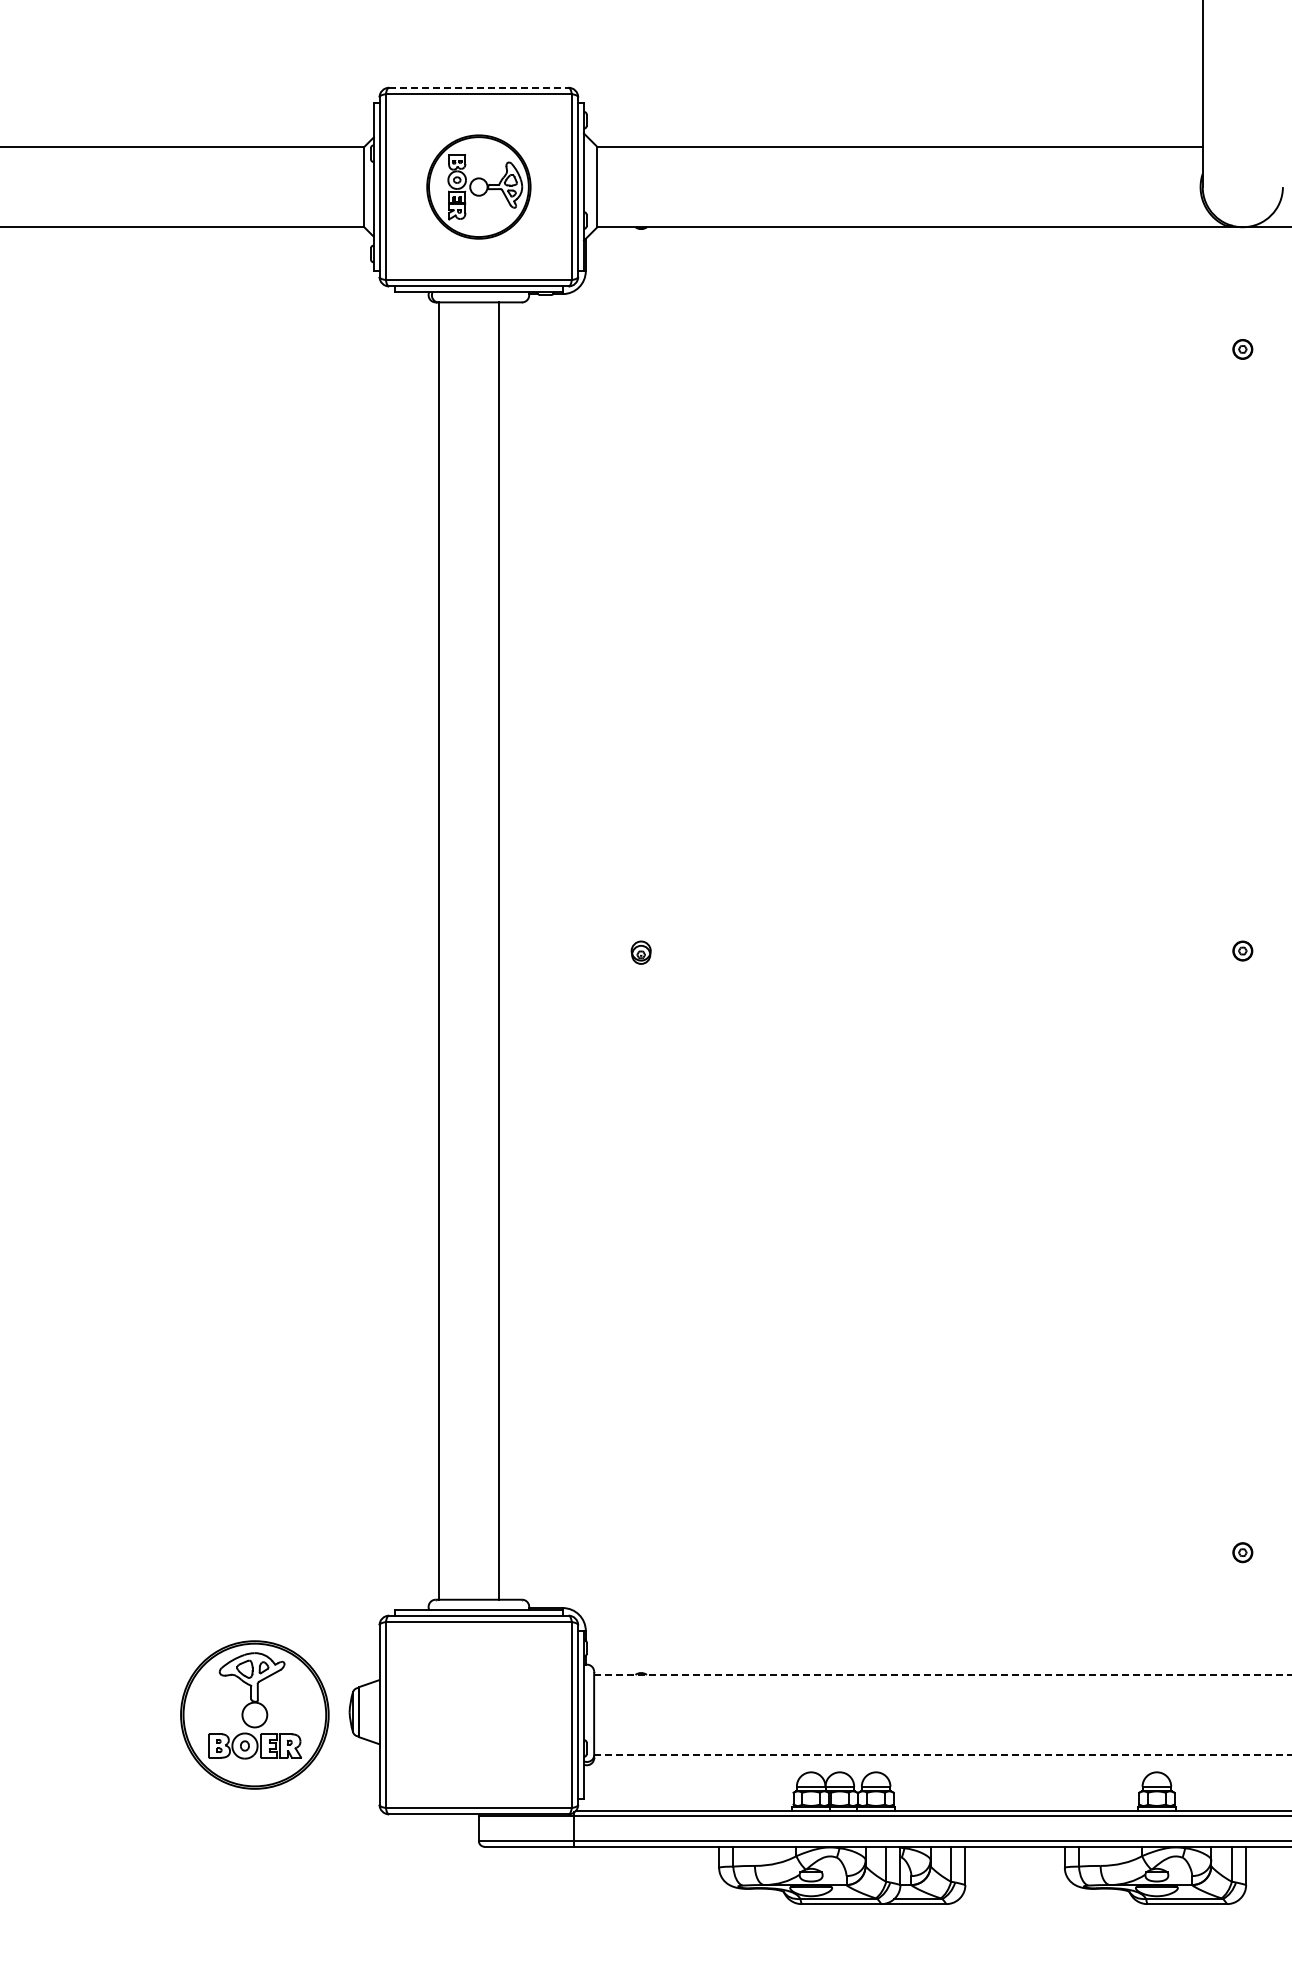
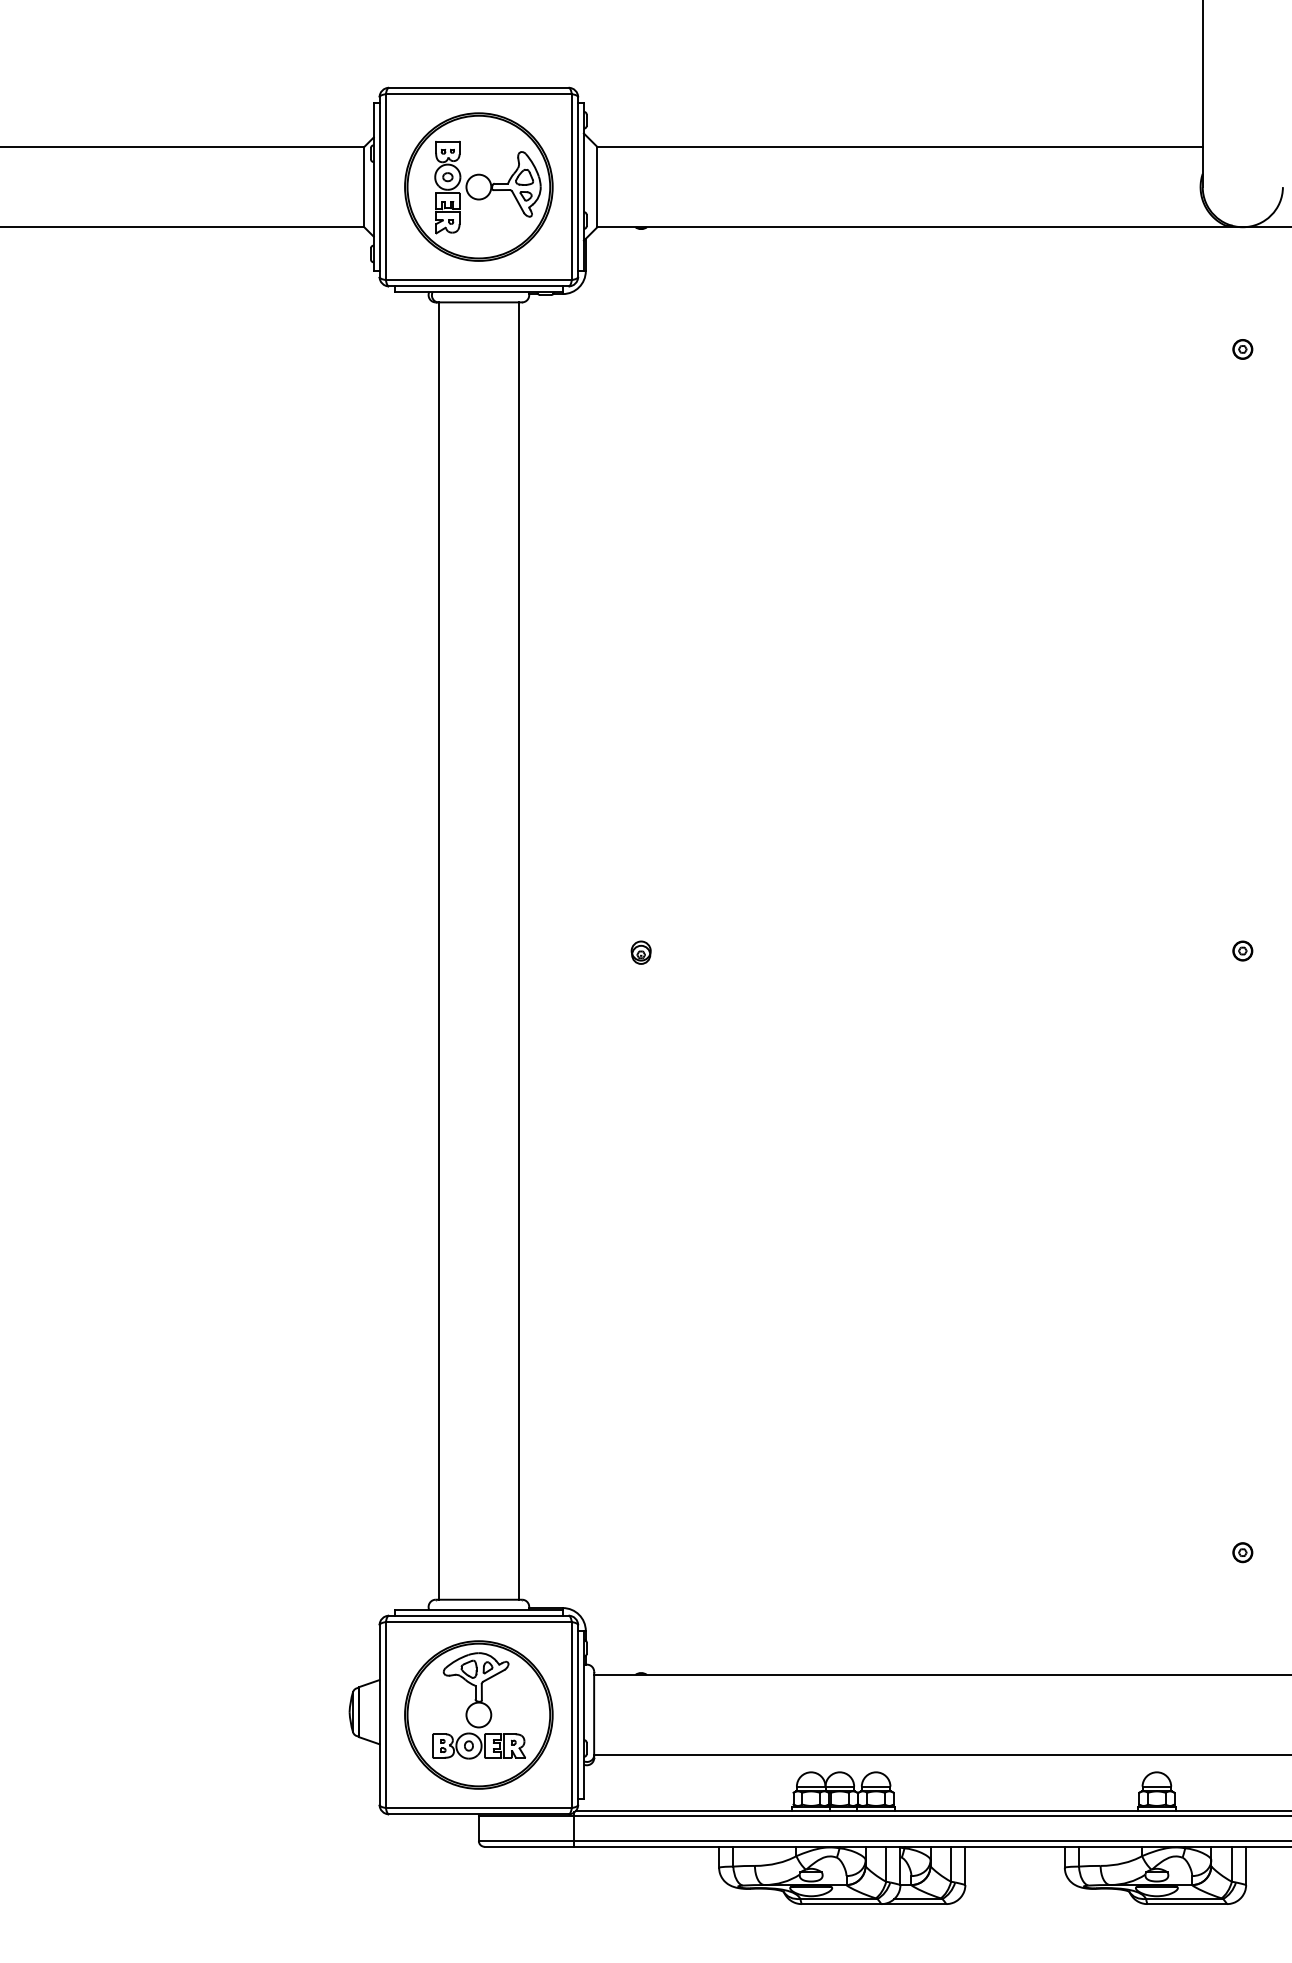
line at (478, 87): dashed -> solid
part at (478, 186) size: 106x106 px -> 150x150 px
line at (498, 950) position: (498, 950) -> (518, 950)
line at (942, 1674): dashed -> solid
part at (254, 1714) position: (254, 1714) -> (478, 1714)
line at (942, 1755): dashed -> solid
